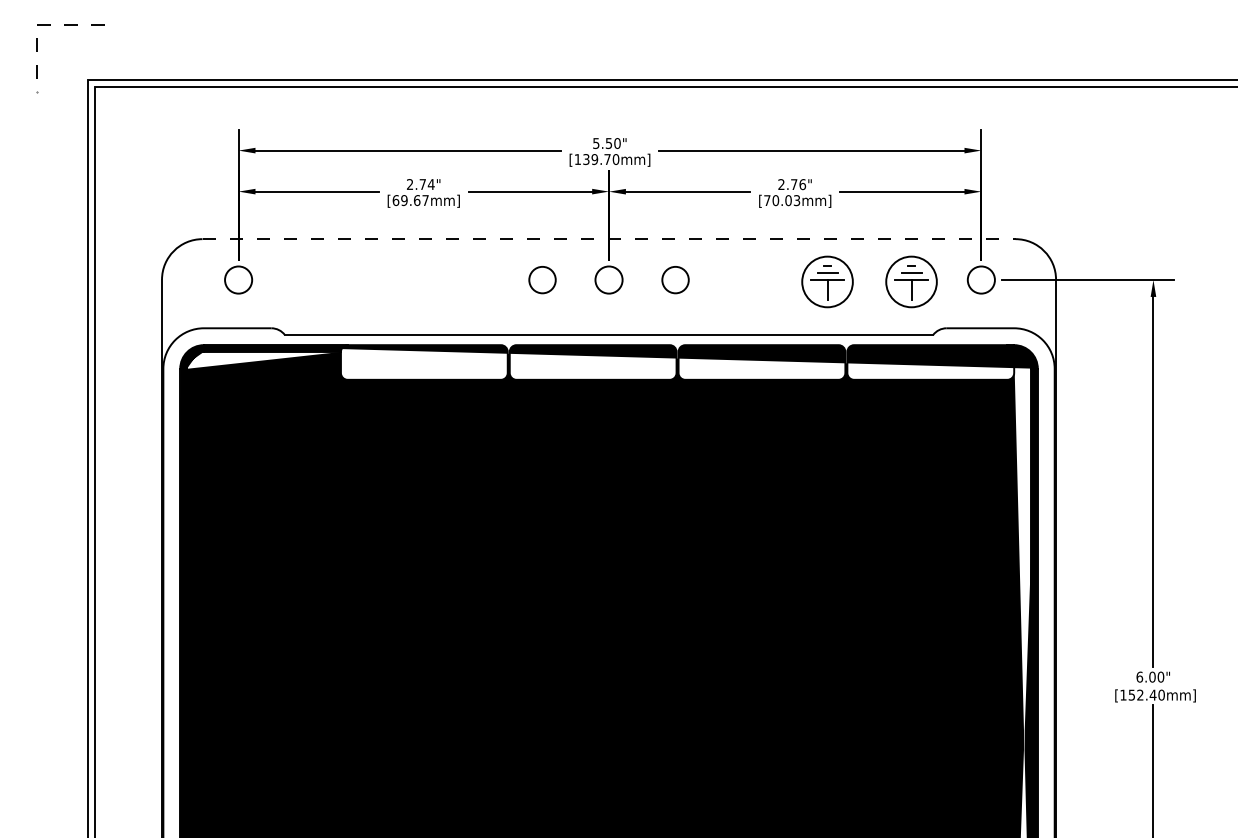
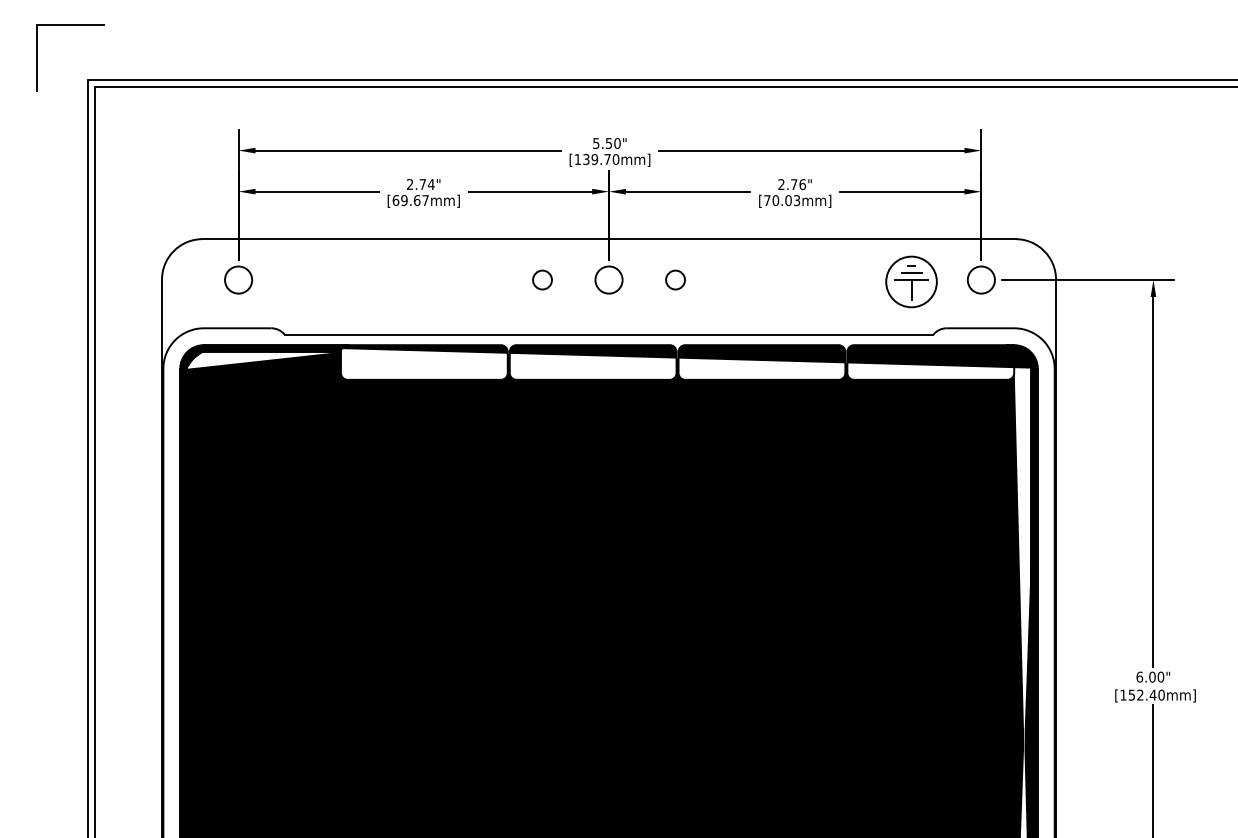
line at (37, 24): dashed -> solid
line at (609, 239): dashed -> solid
circle at (542, 280) size: 29x29 px -> 21x22 px
circle at (675, 280) size: 29x29 px -> 21x22 px
part at (827, 281): present -> none
